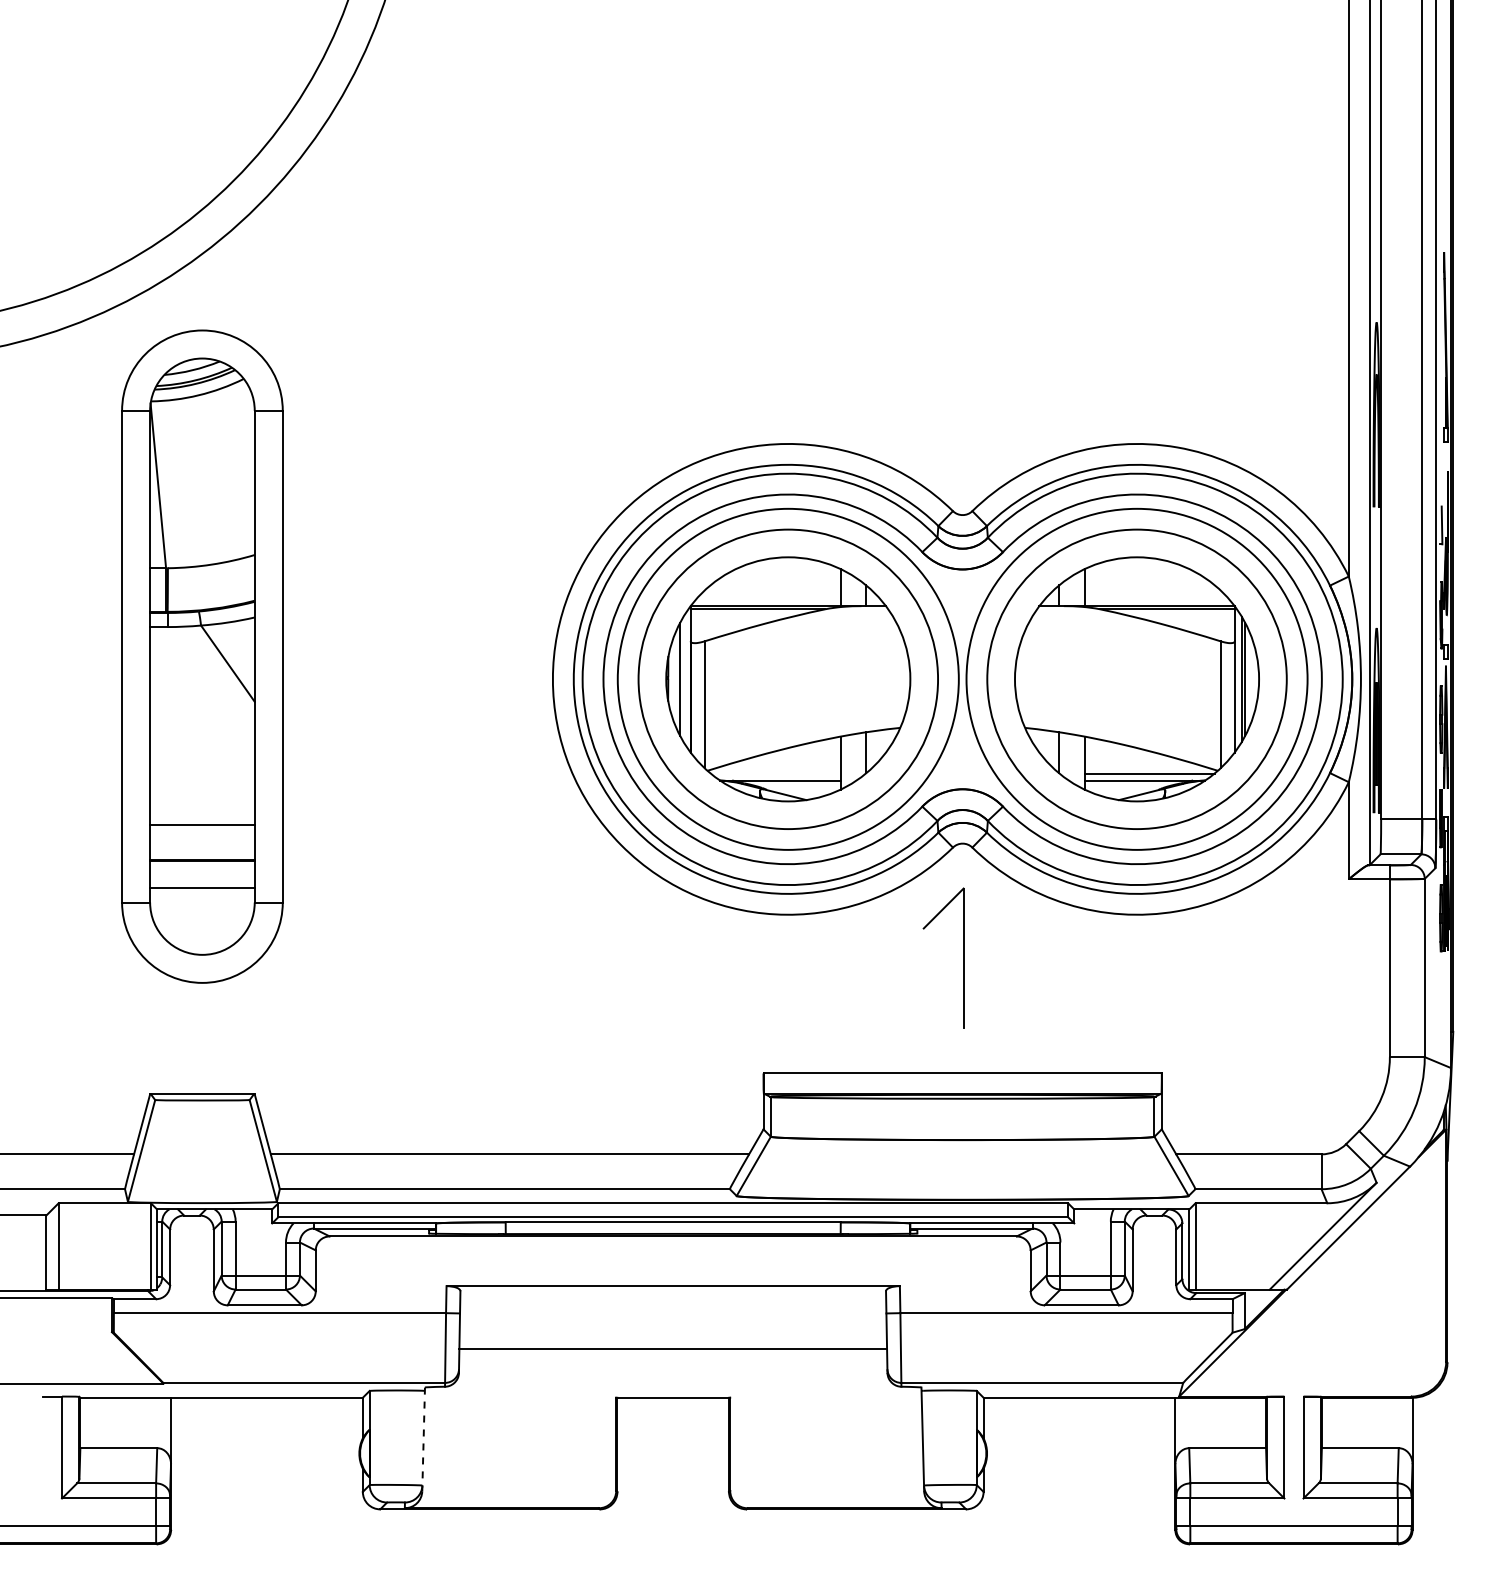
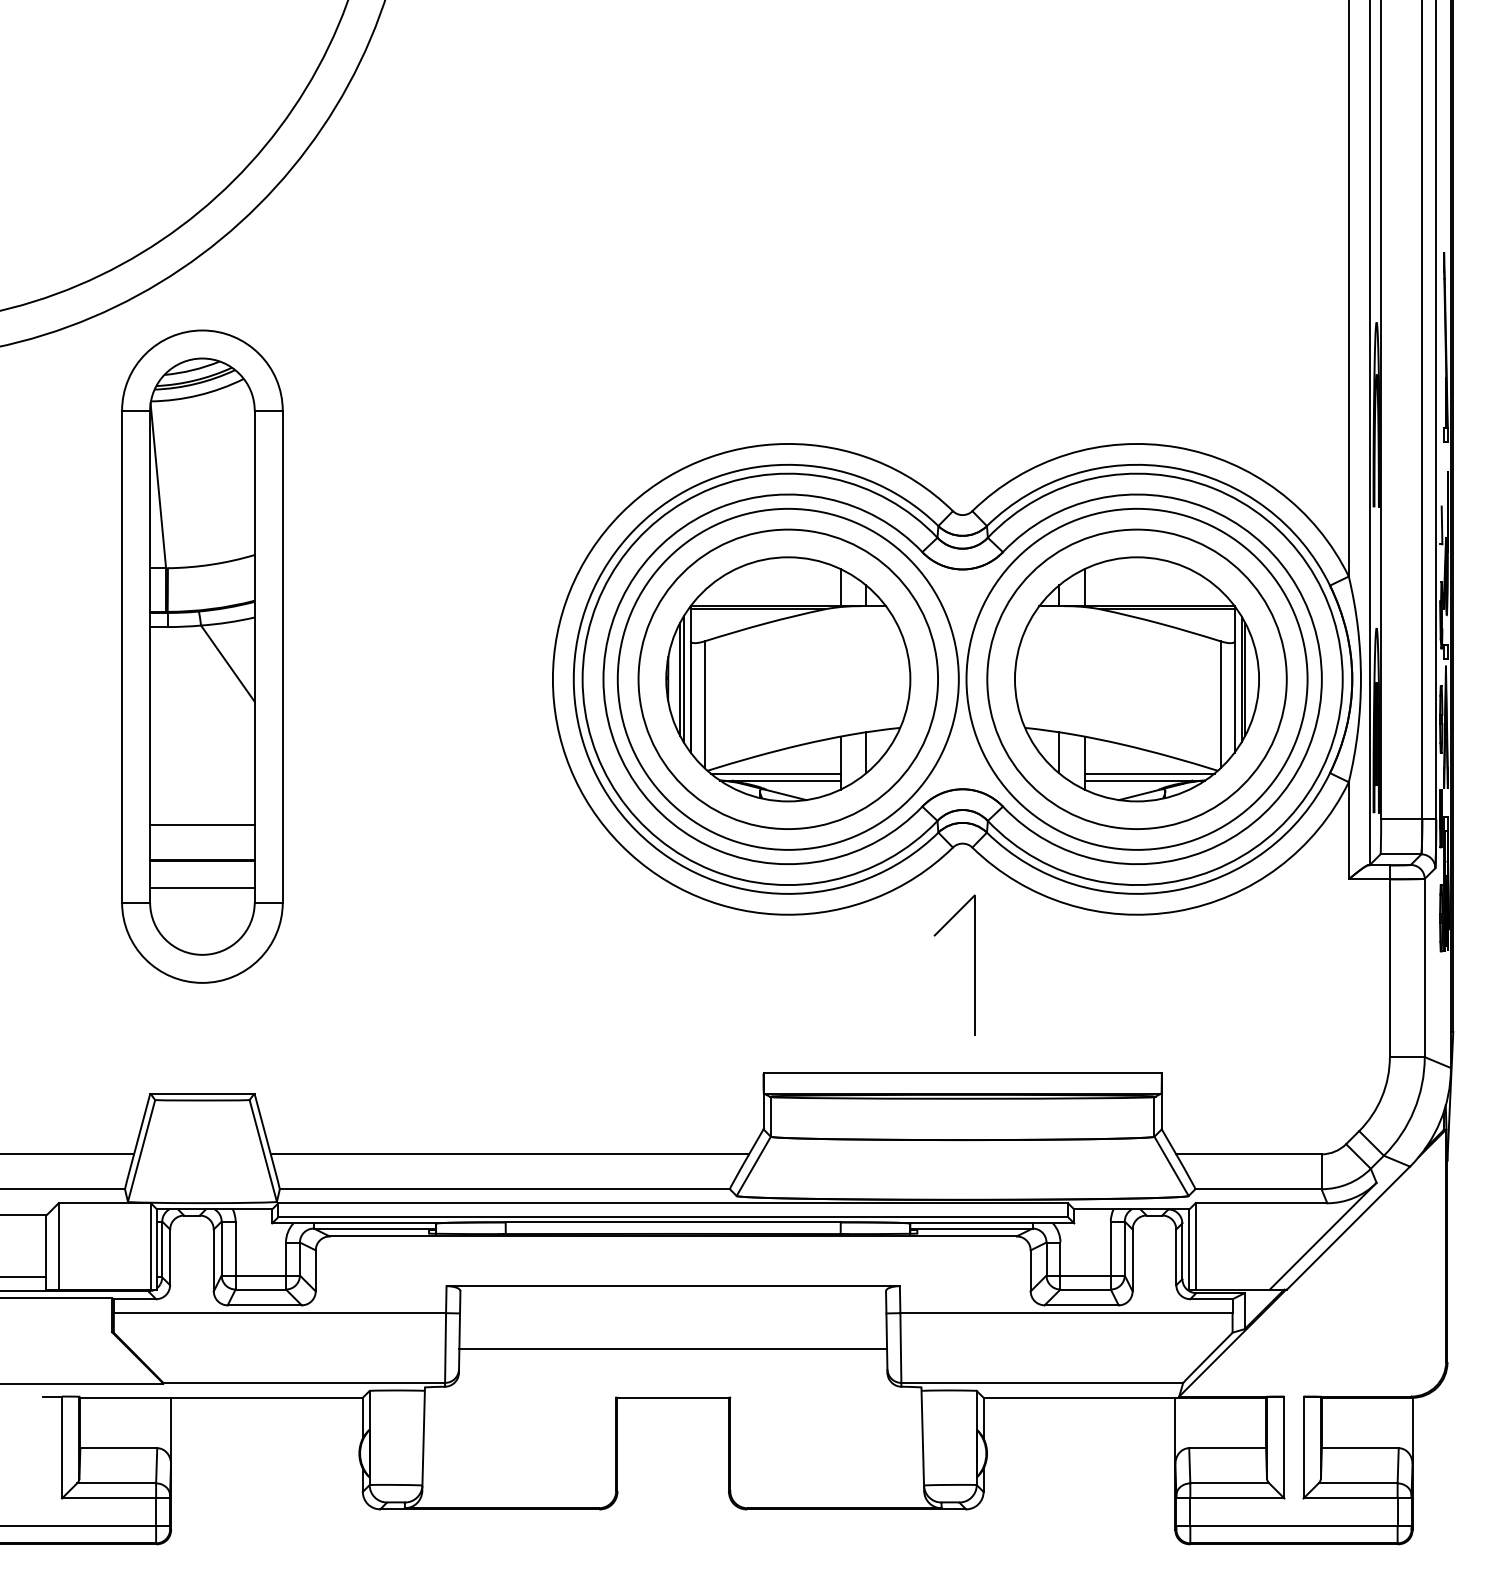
line at (683, 679): none -> present
line at (775, 773): none -> present
part at (963, 957) position: (963, 957) -> (974, 964)
line at (24, 1277): none -> present
line at (423, 1439): dashed -> solid
